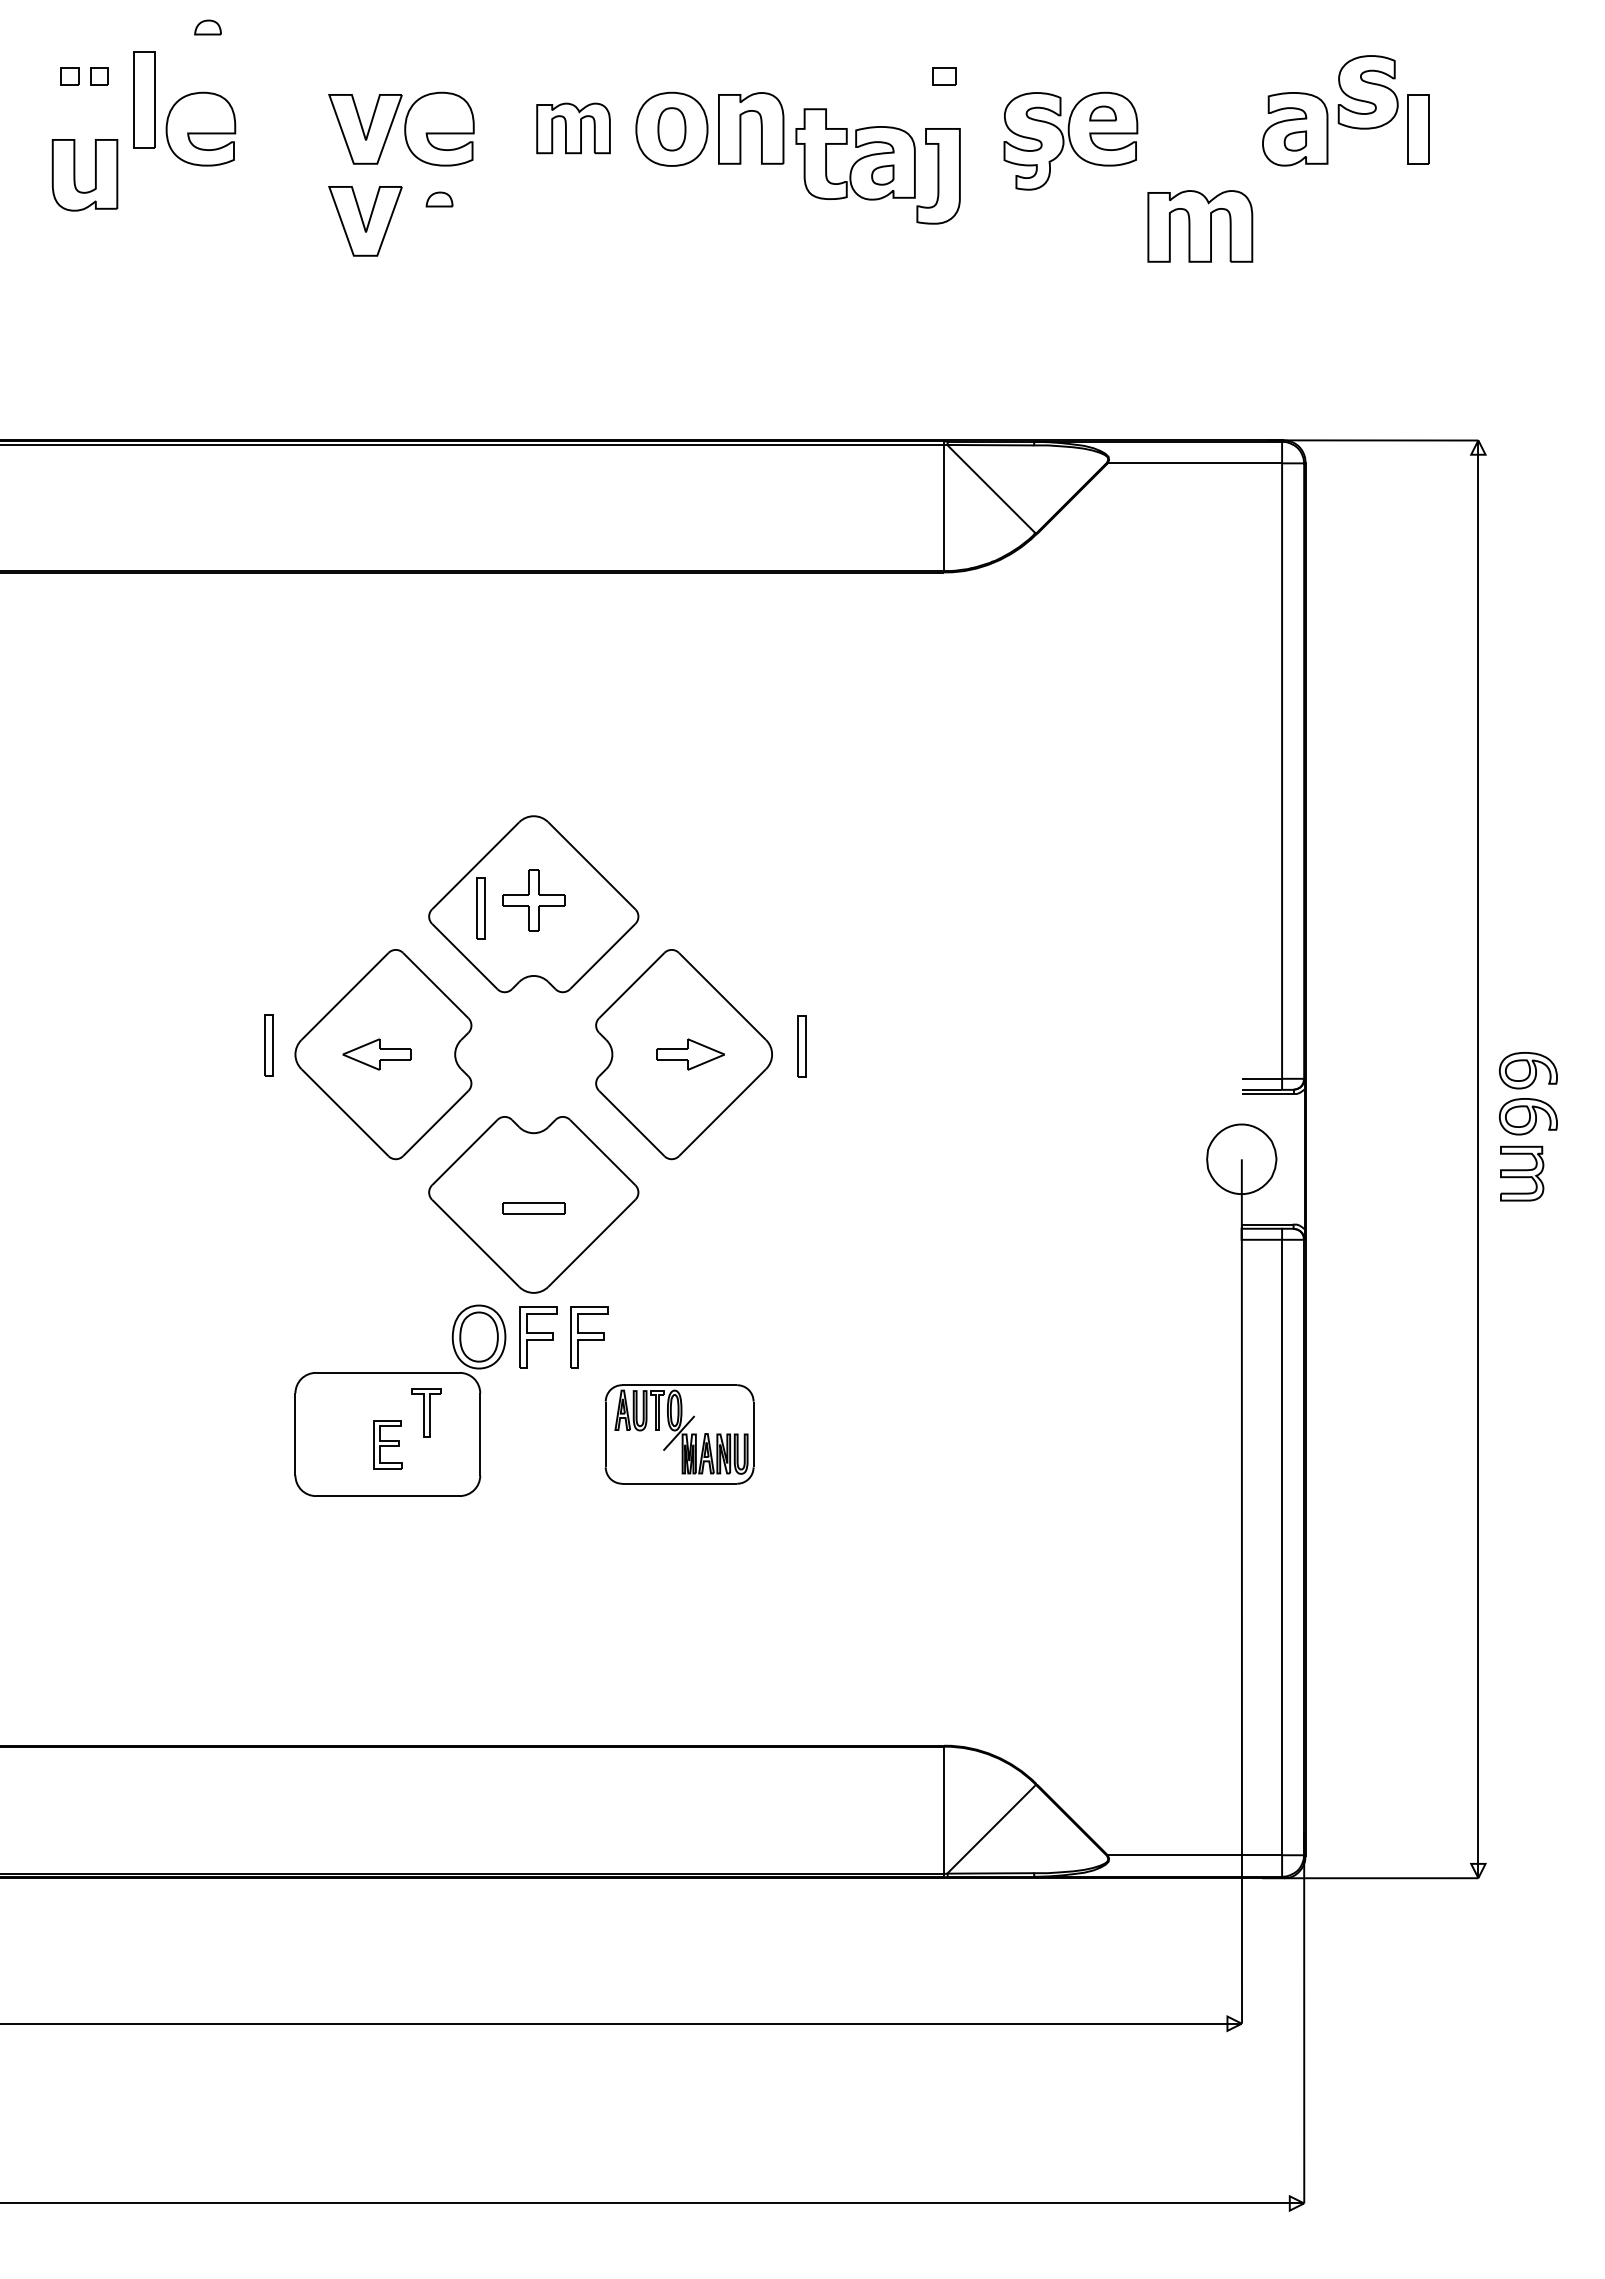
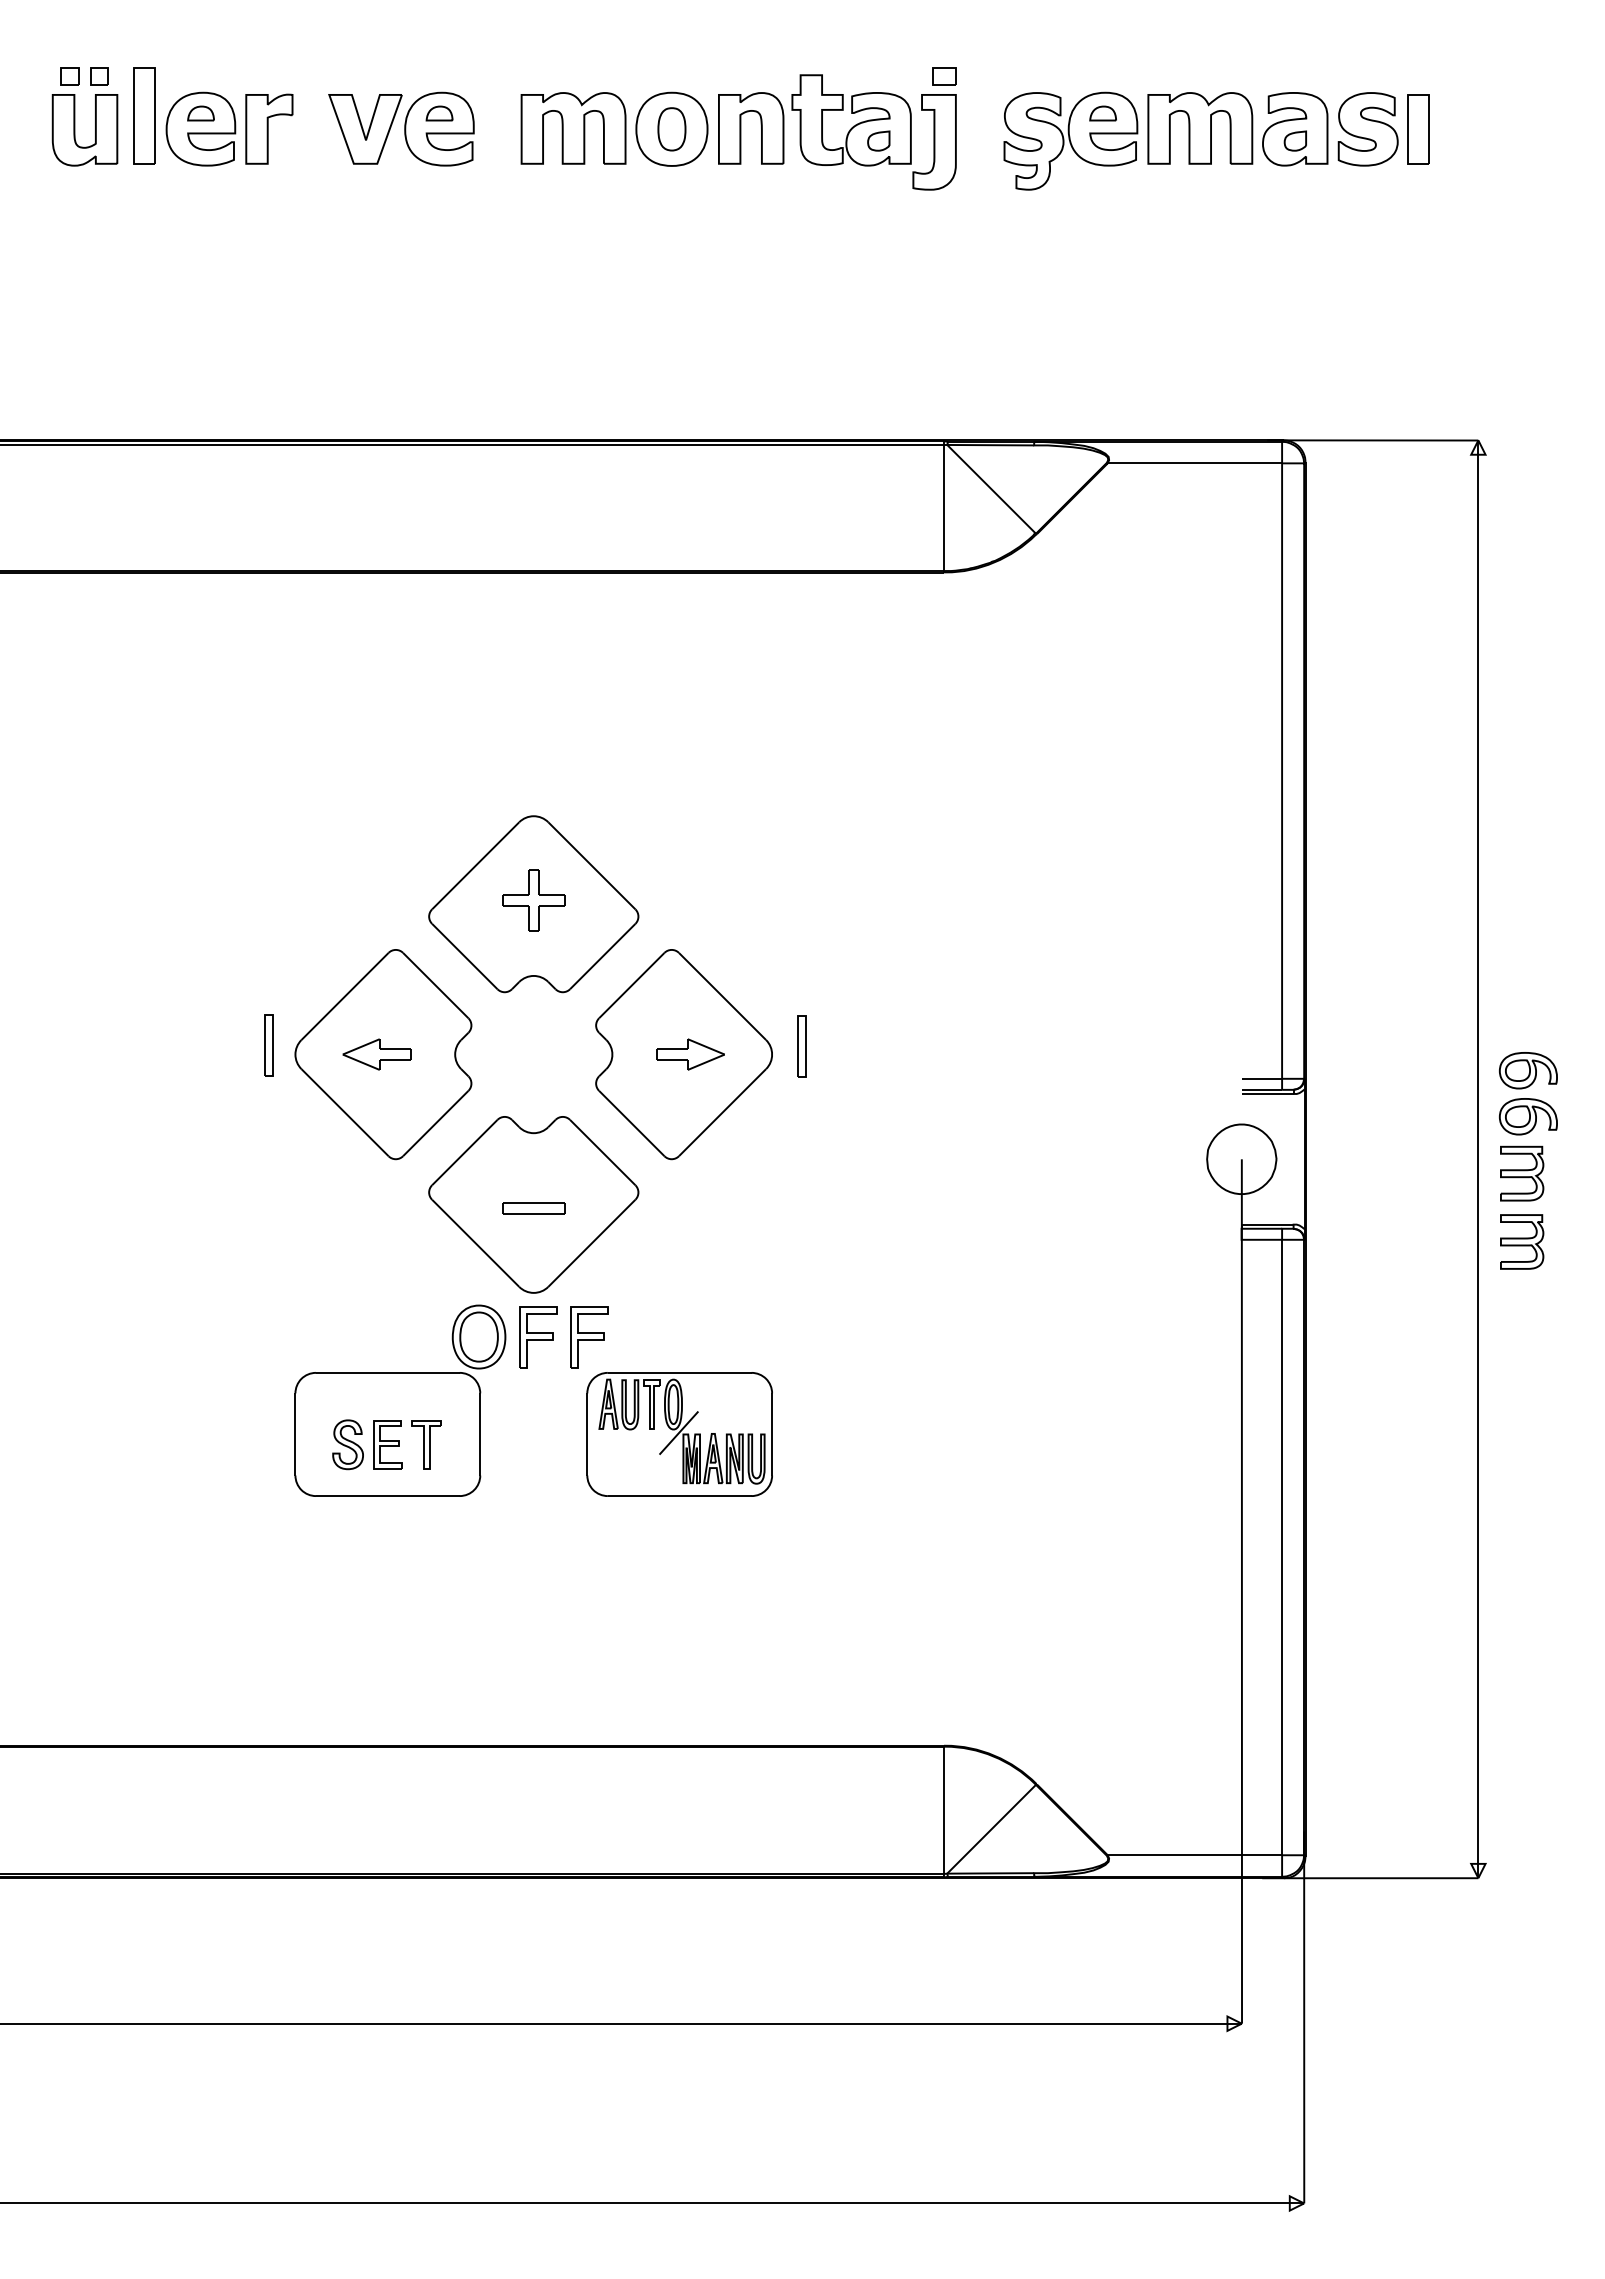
part at (207, 27) position: (207, 27) -> (200, 113)
part at (1367, 92) position: (1367, 92) -> (1367, 129)
part at (144, 99) position: (144, 99) -> (144, 115)
part at (269, 128): none -> present
part at (573, 128) size: 75x53 px -> 107x73 px
part at (877, 166) position: (877, 166) -> (873, 132)
part at (75, 175) position: (75, 175) -> (75, 130)
part at (439, 199) position: (439, 199) -> (439, 113)
part at (365, 221): present -> none
part at (1200, 226) position: (1200, 226) -> (1200, 128)
part at (480, 908): present -> none
part at (1522, 1241): none -> present
part at (426, 1412) position: (426, 1412) -> (426, 1444)
part at (679, 1434) size: 151x101 px -> 187x125 px
part at (347, 1444): none -> present
